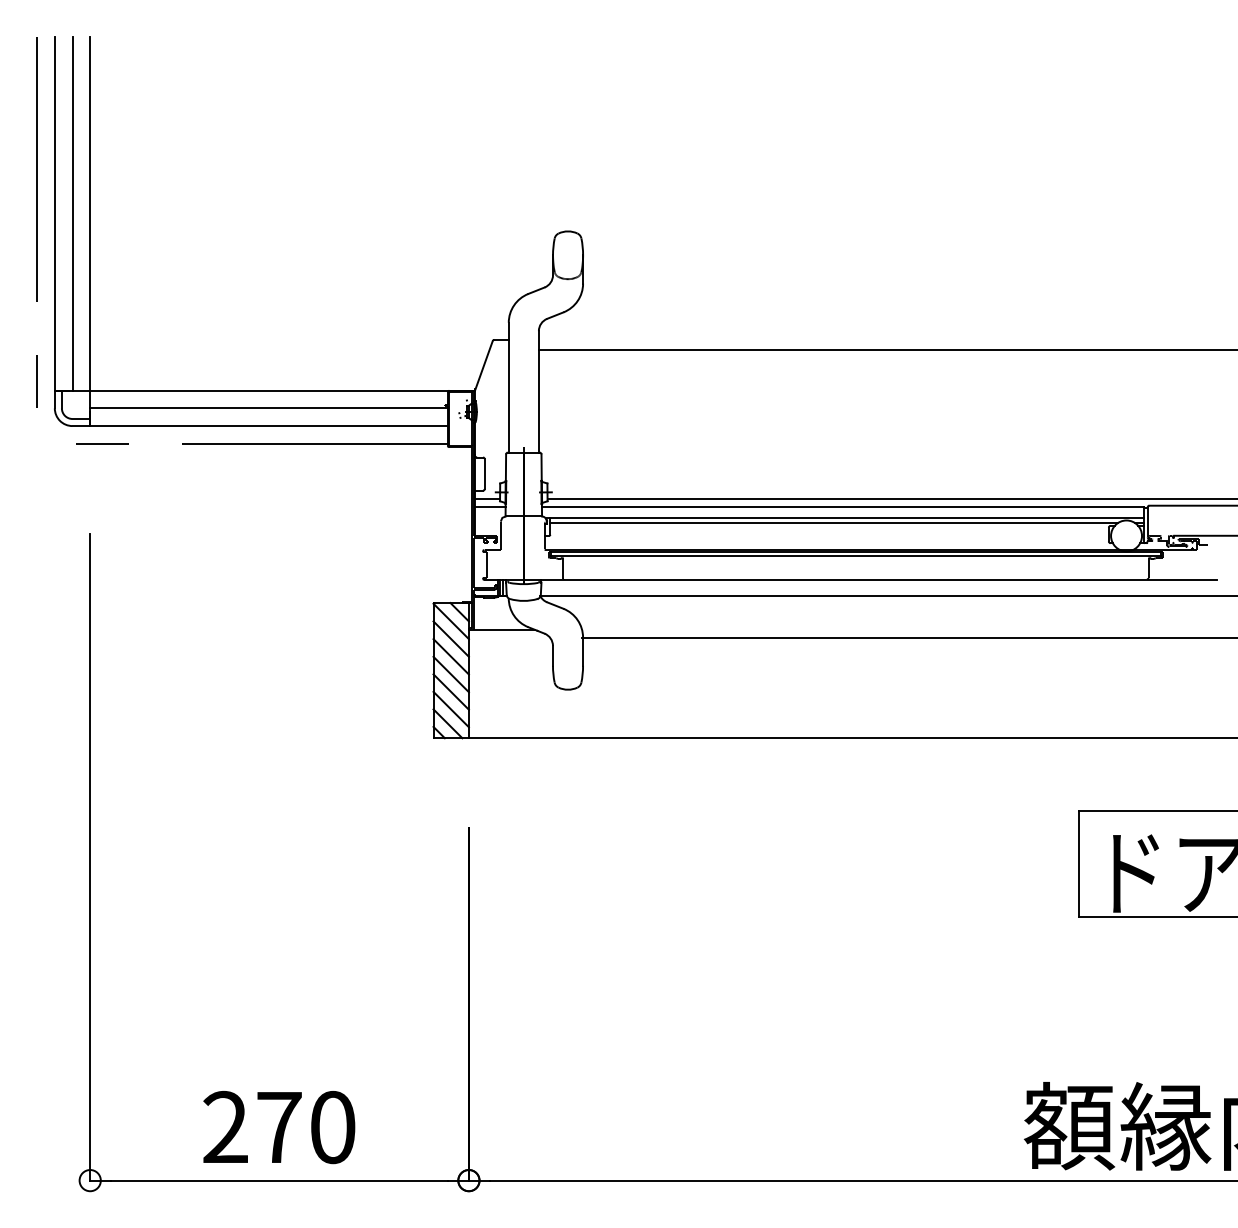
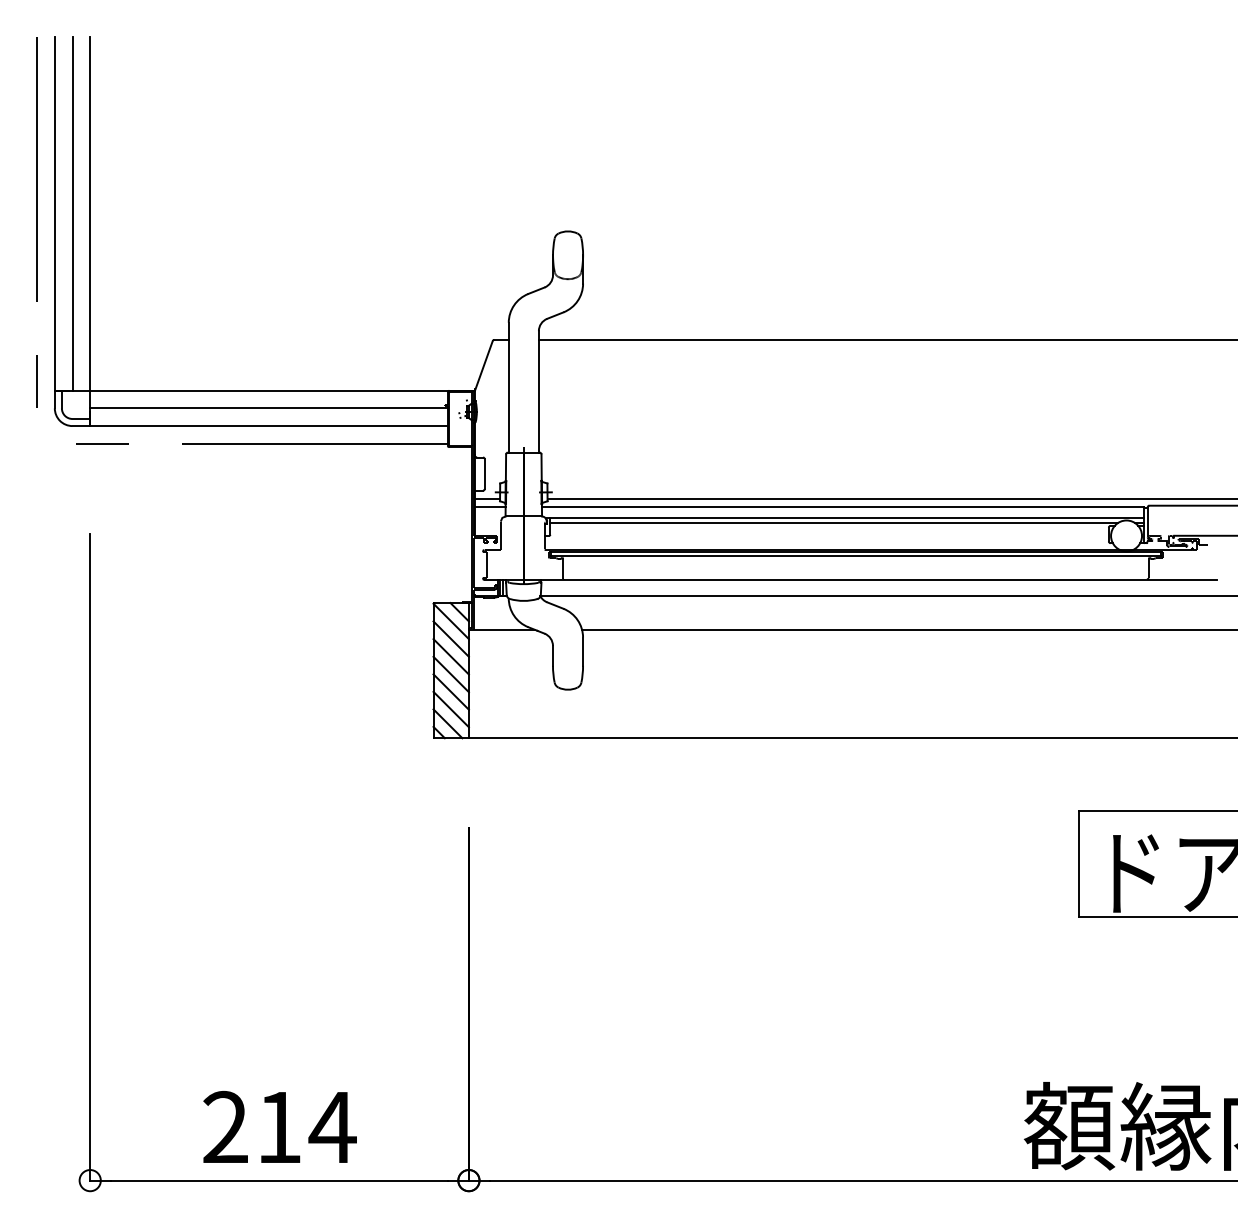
line at (886, 350) position: (886, 350) -> (886, 340)
line at (908, 637) position: (908, 637) -> (908, 629)
text at (306, 1127): 270 -> 214
